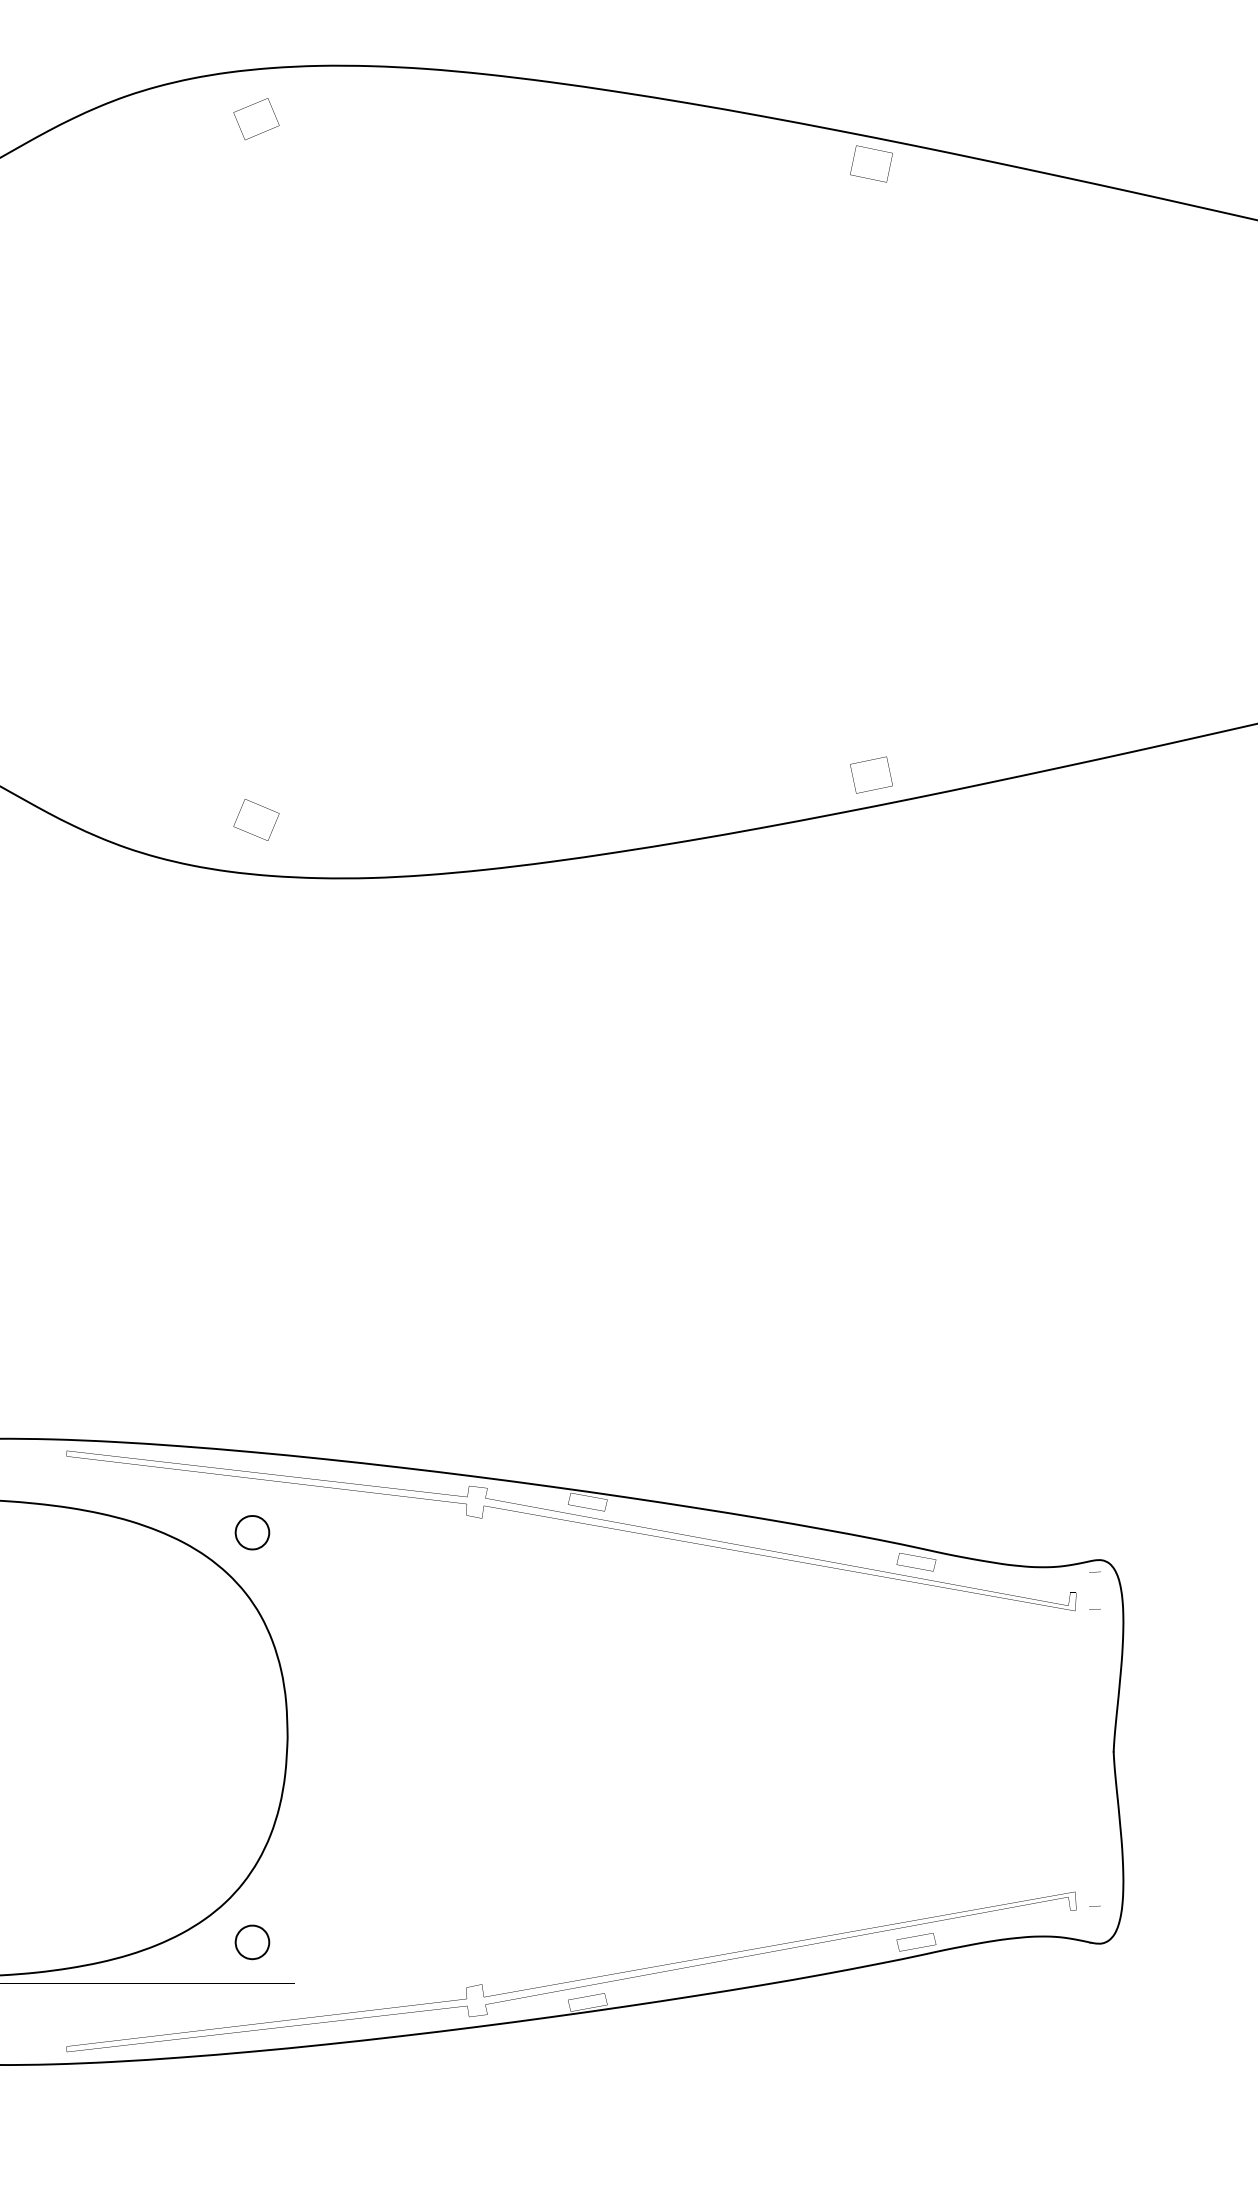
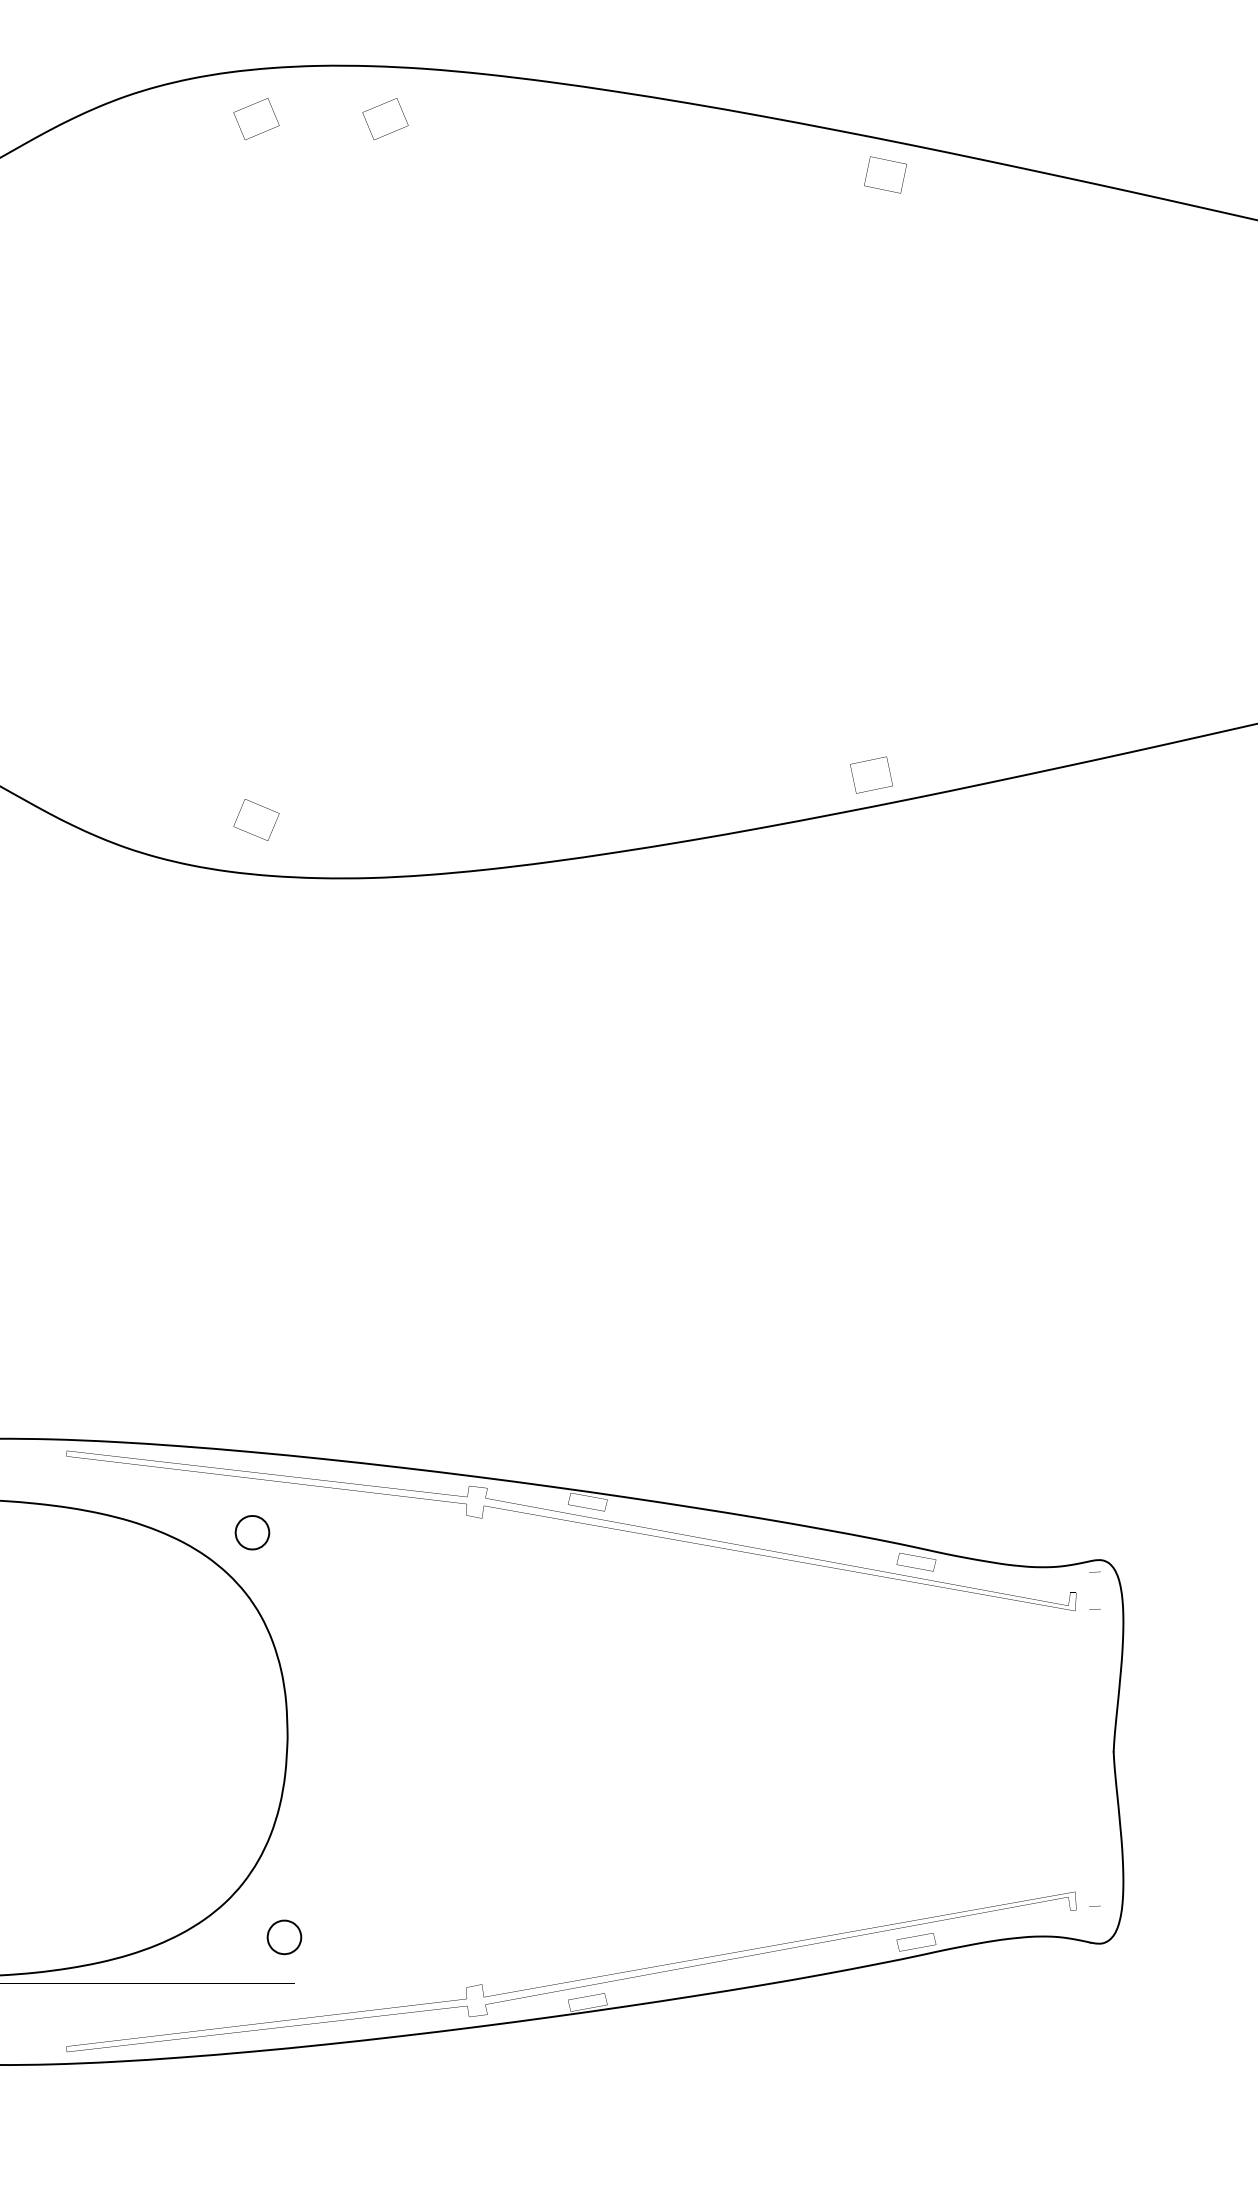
part at (385, 119): none -> present
part at (871, 163) position: (871, 163) -> (885, 174)
part at (252, 1942) position: (252, 1942) -> (284, 1937)
